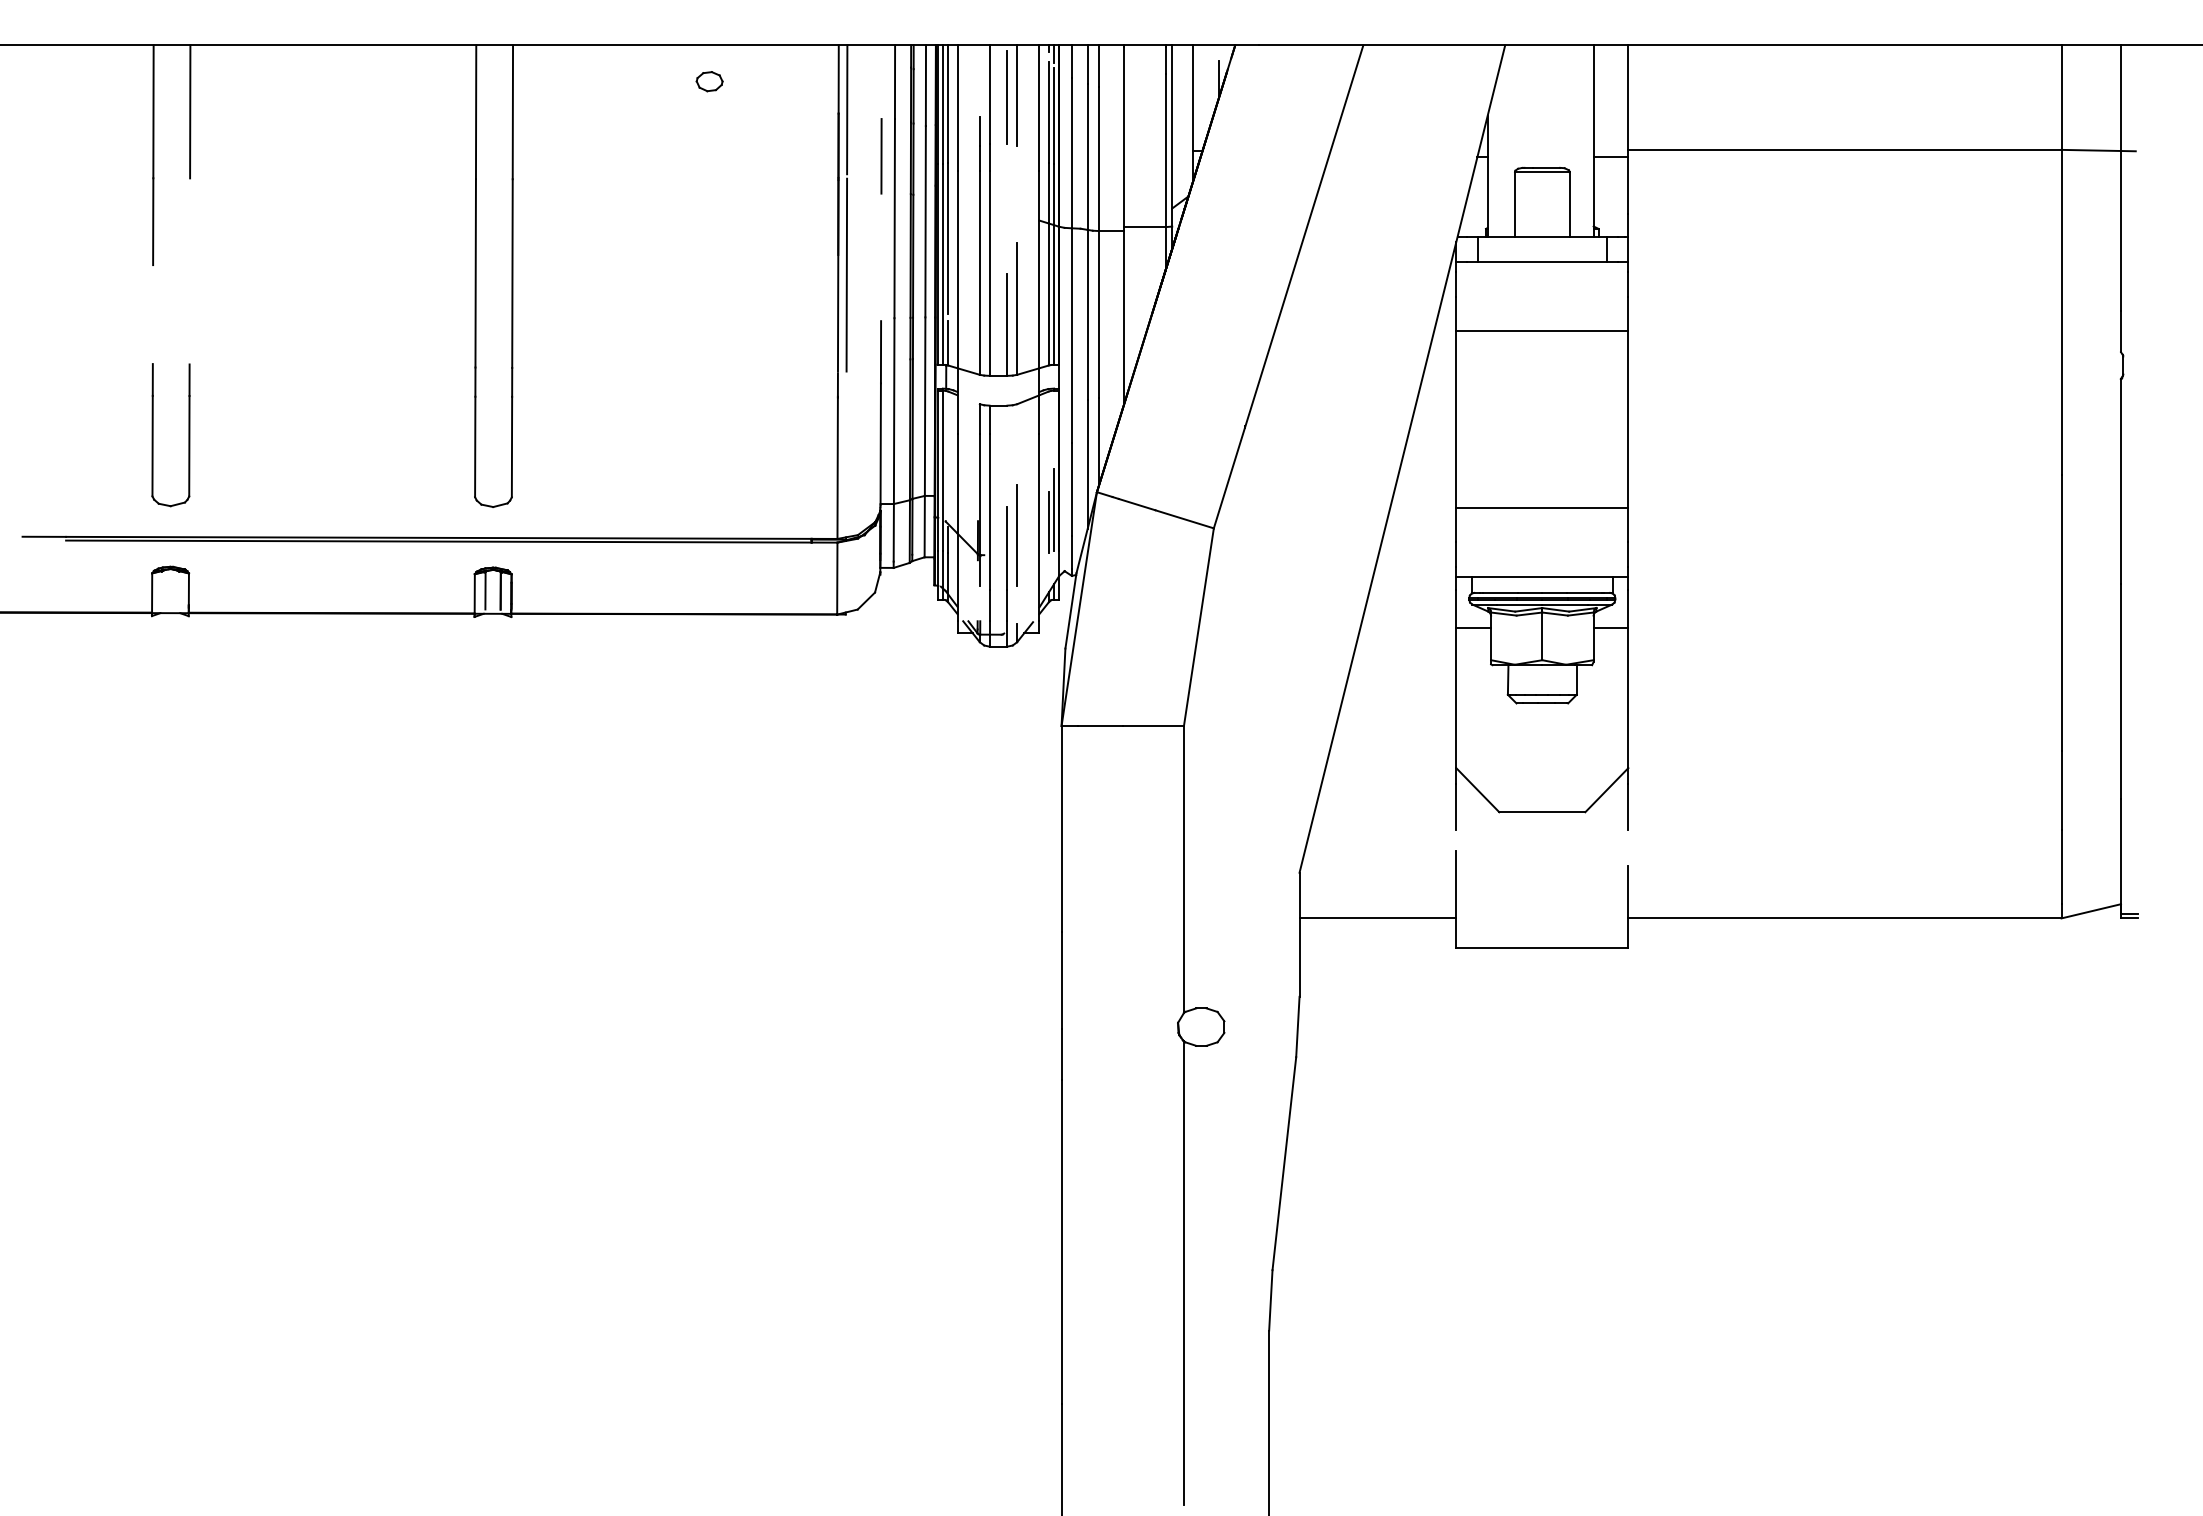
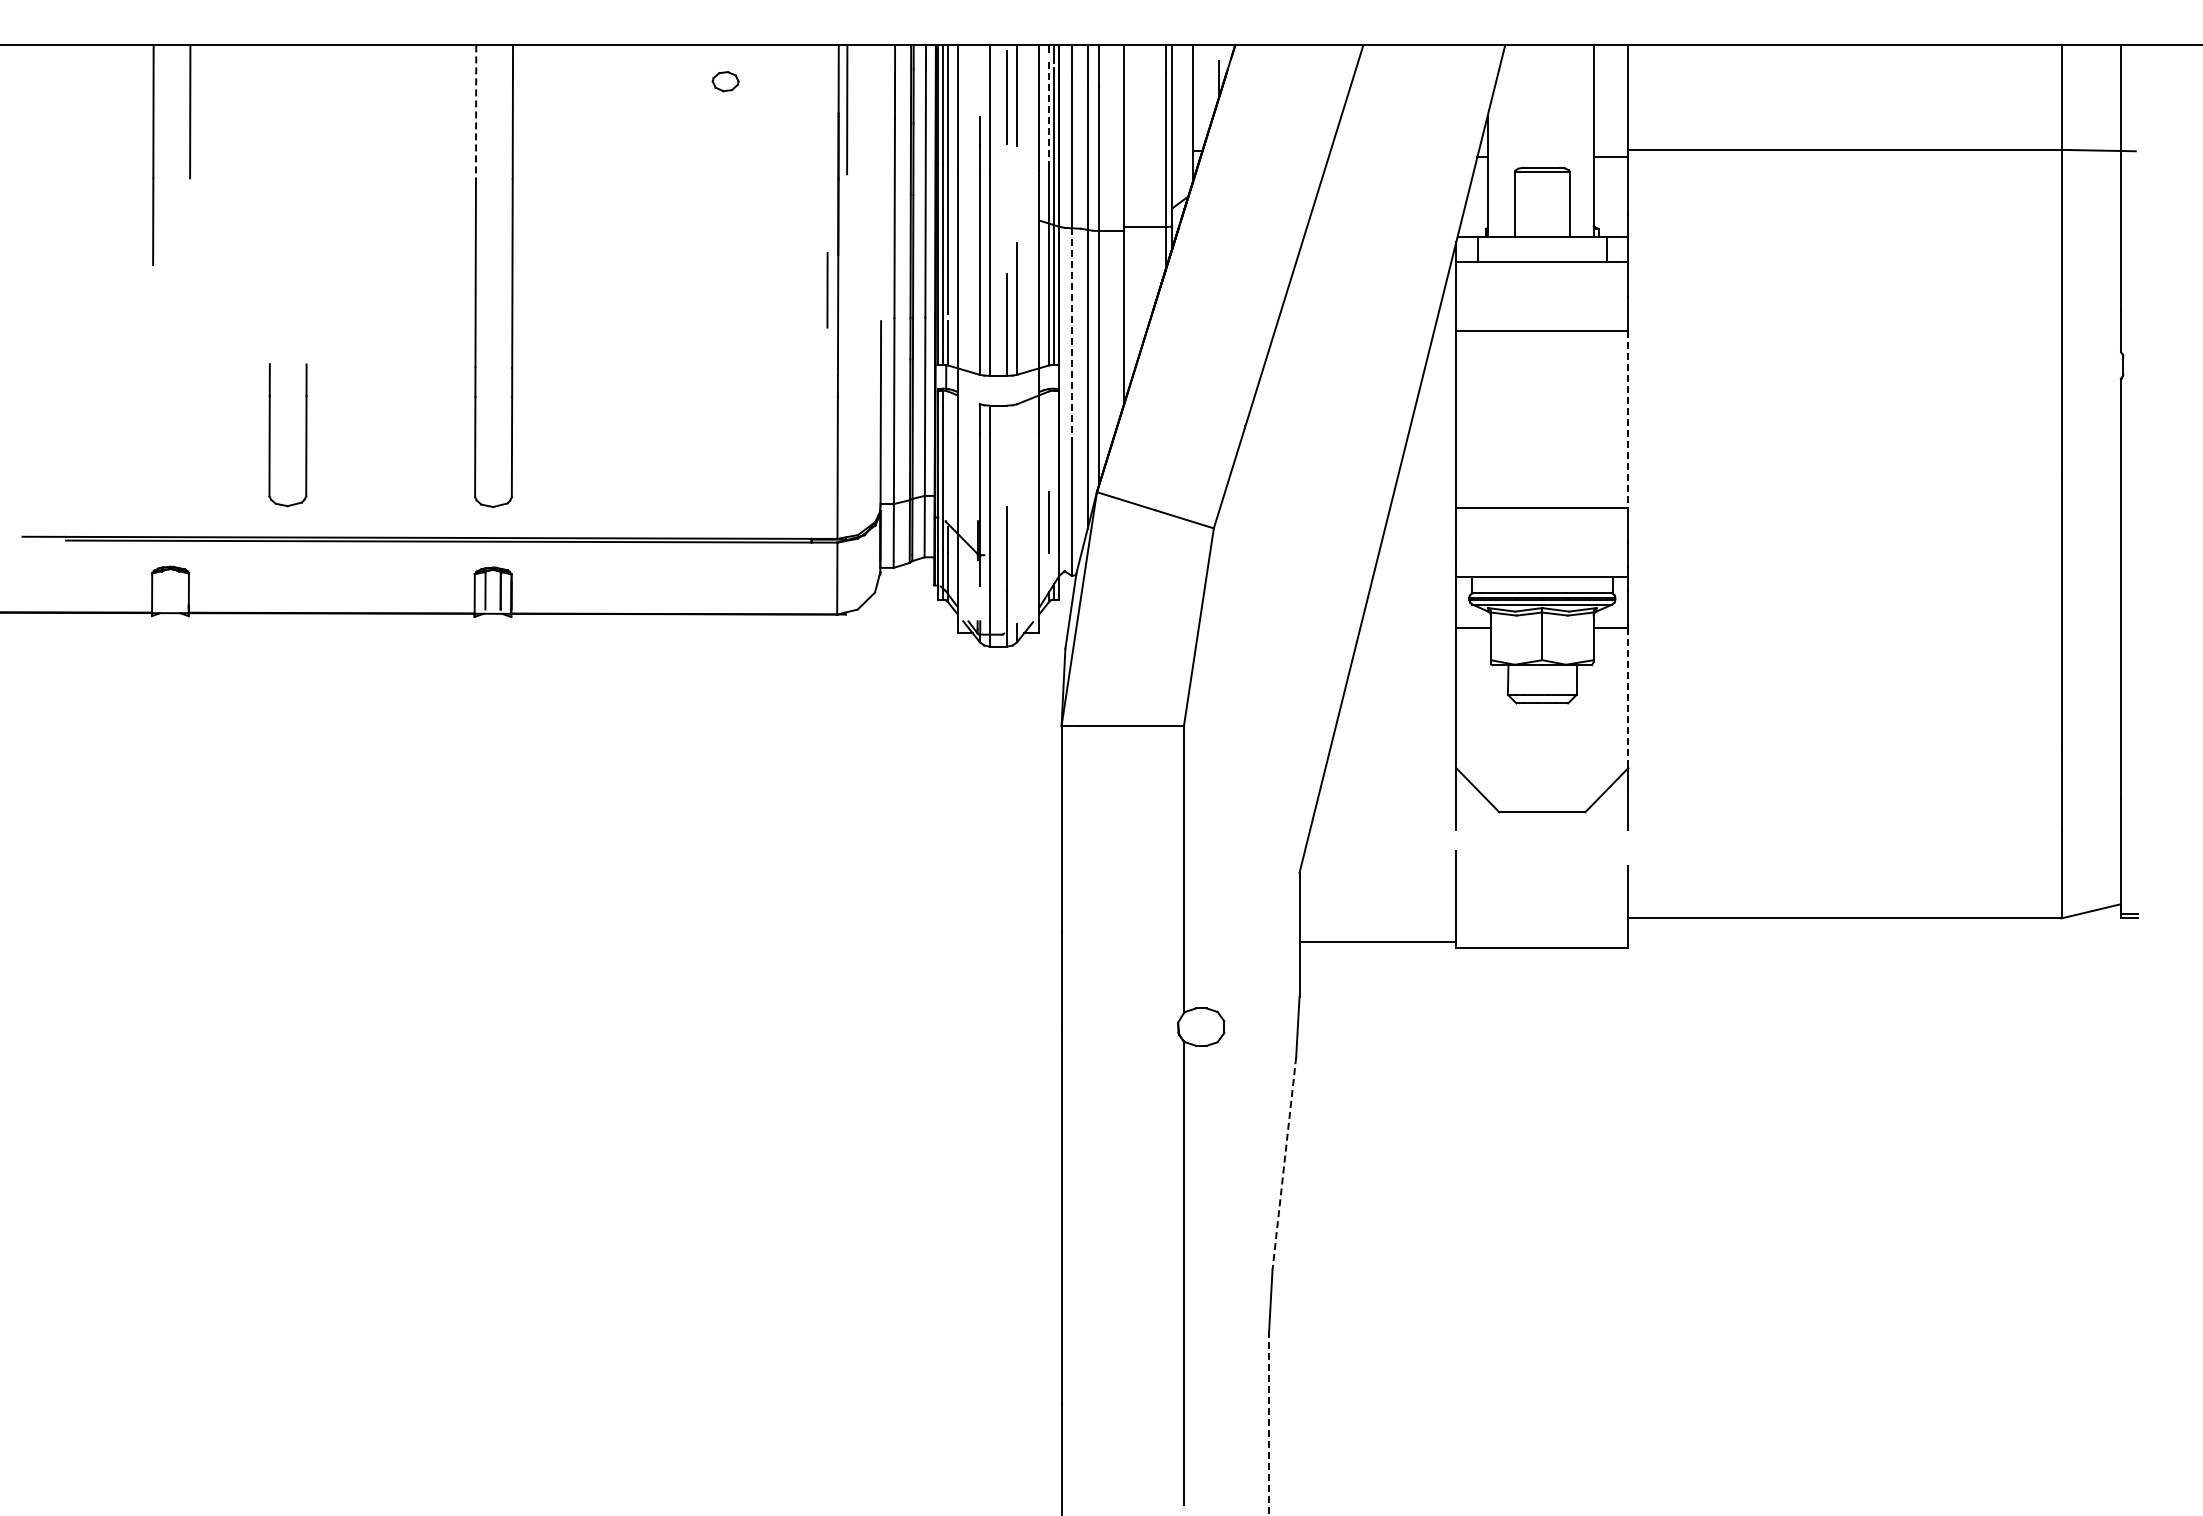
part at (709, 81) position: (709, 81) -> (725, 81)
line at (476, 112): solid -> dashed
line at (1048, 113): solid -> dashed
line at (881, 156) position: (881, 156) -> (827, 290)
line at (846, 274): present -> none
line at (1071, 336): solid -> dashed
line at (1628, 420): solid -> dashed
part at (153, 435) position: (153, 435) -> (270, 435)
line at (1054, 509): present -> none
line at (1017, 535): present -> none
line at (1628, 698): solid -> dashed
line at (1377, 918) position: (1377, 918) -> (1377, 942)
line at (1284, 1164): solid -> dashed
line at (1269, 1423): solid -> dashed
